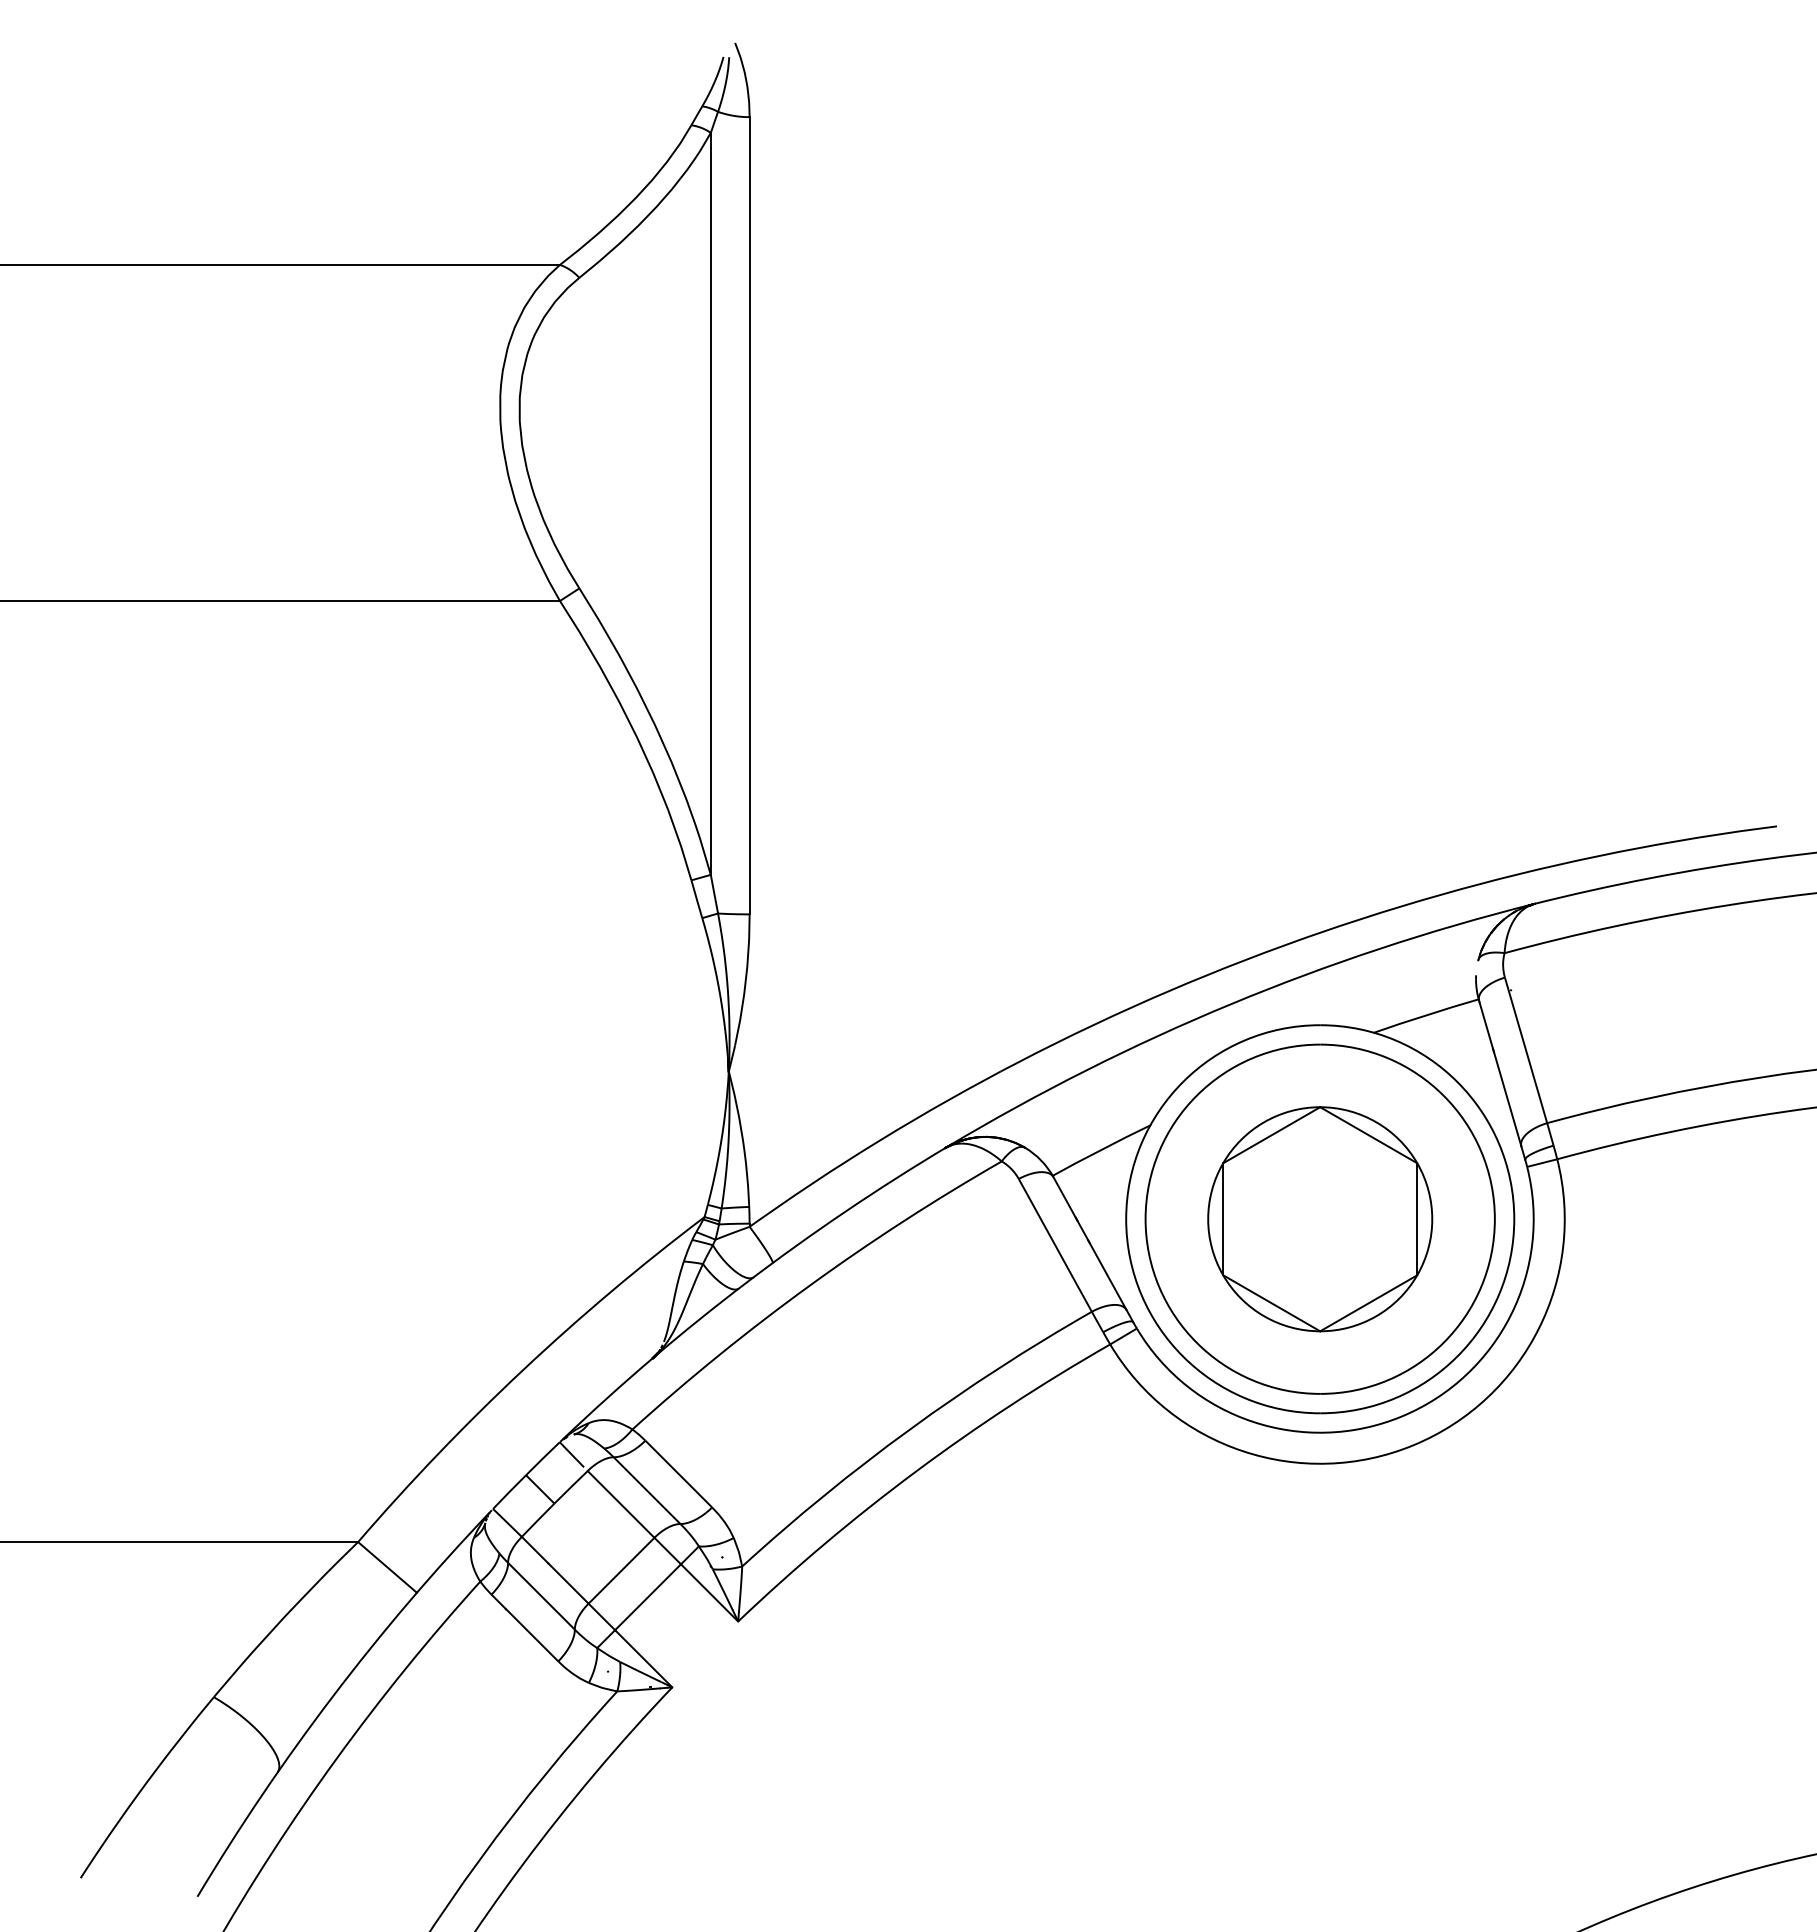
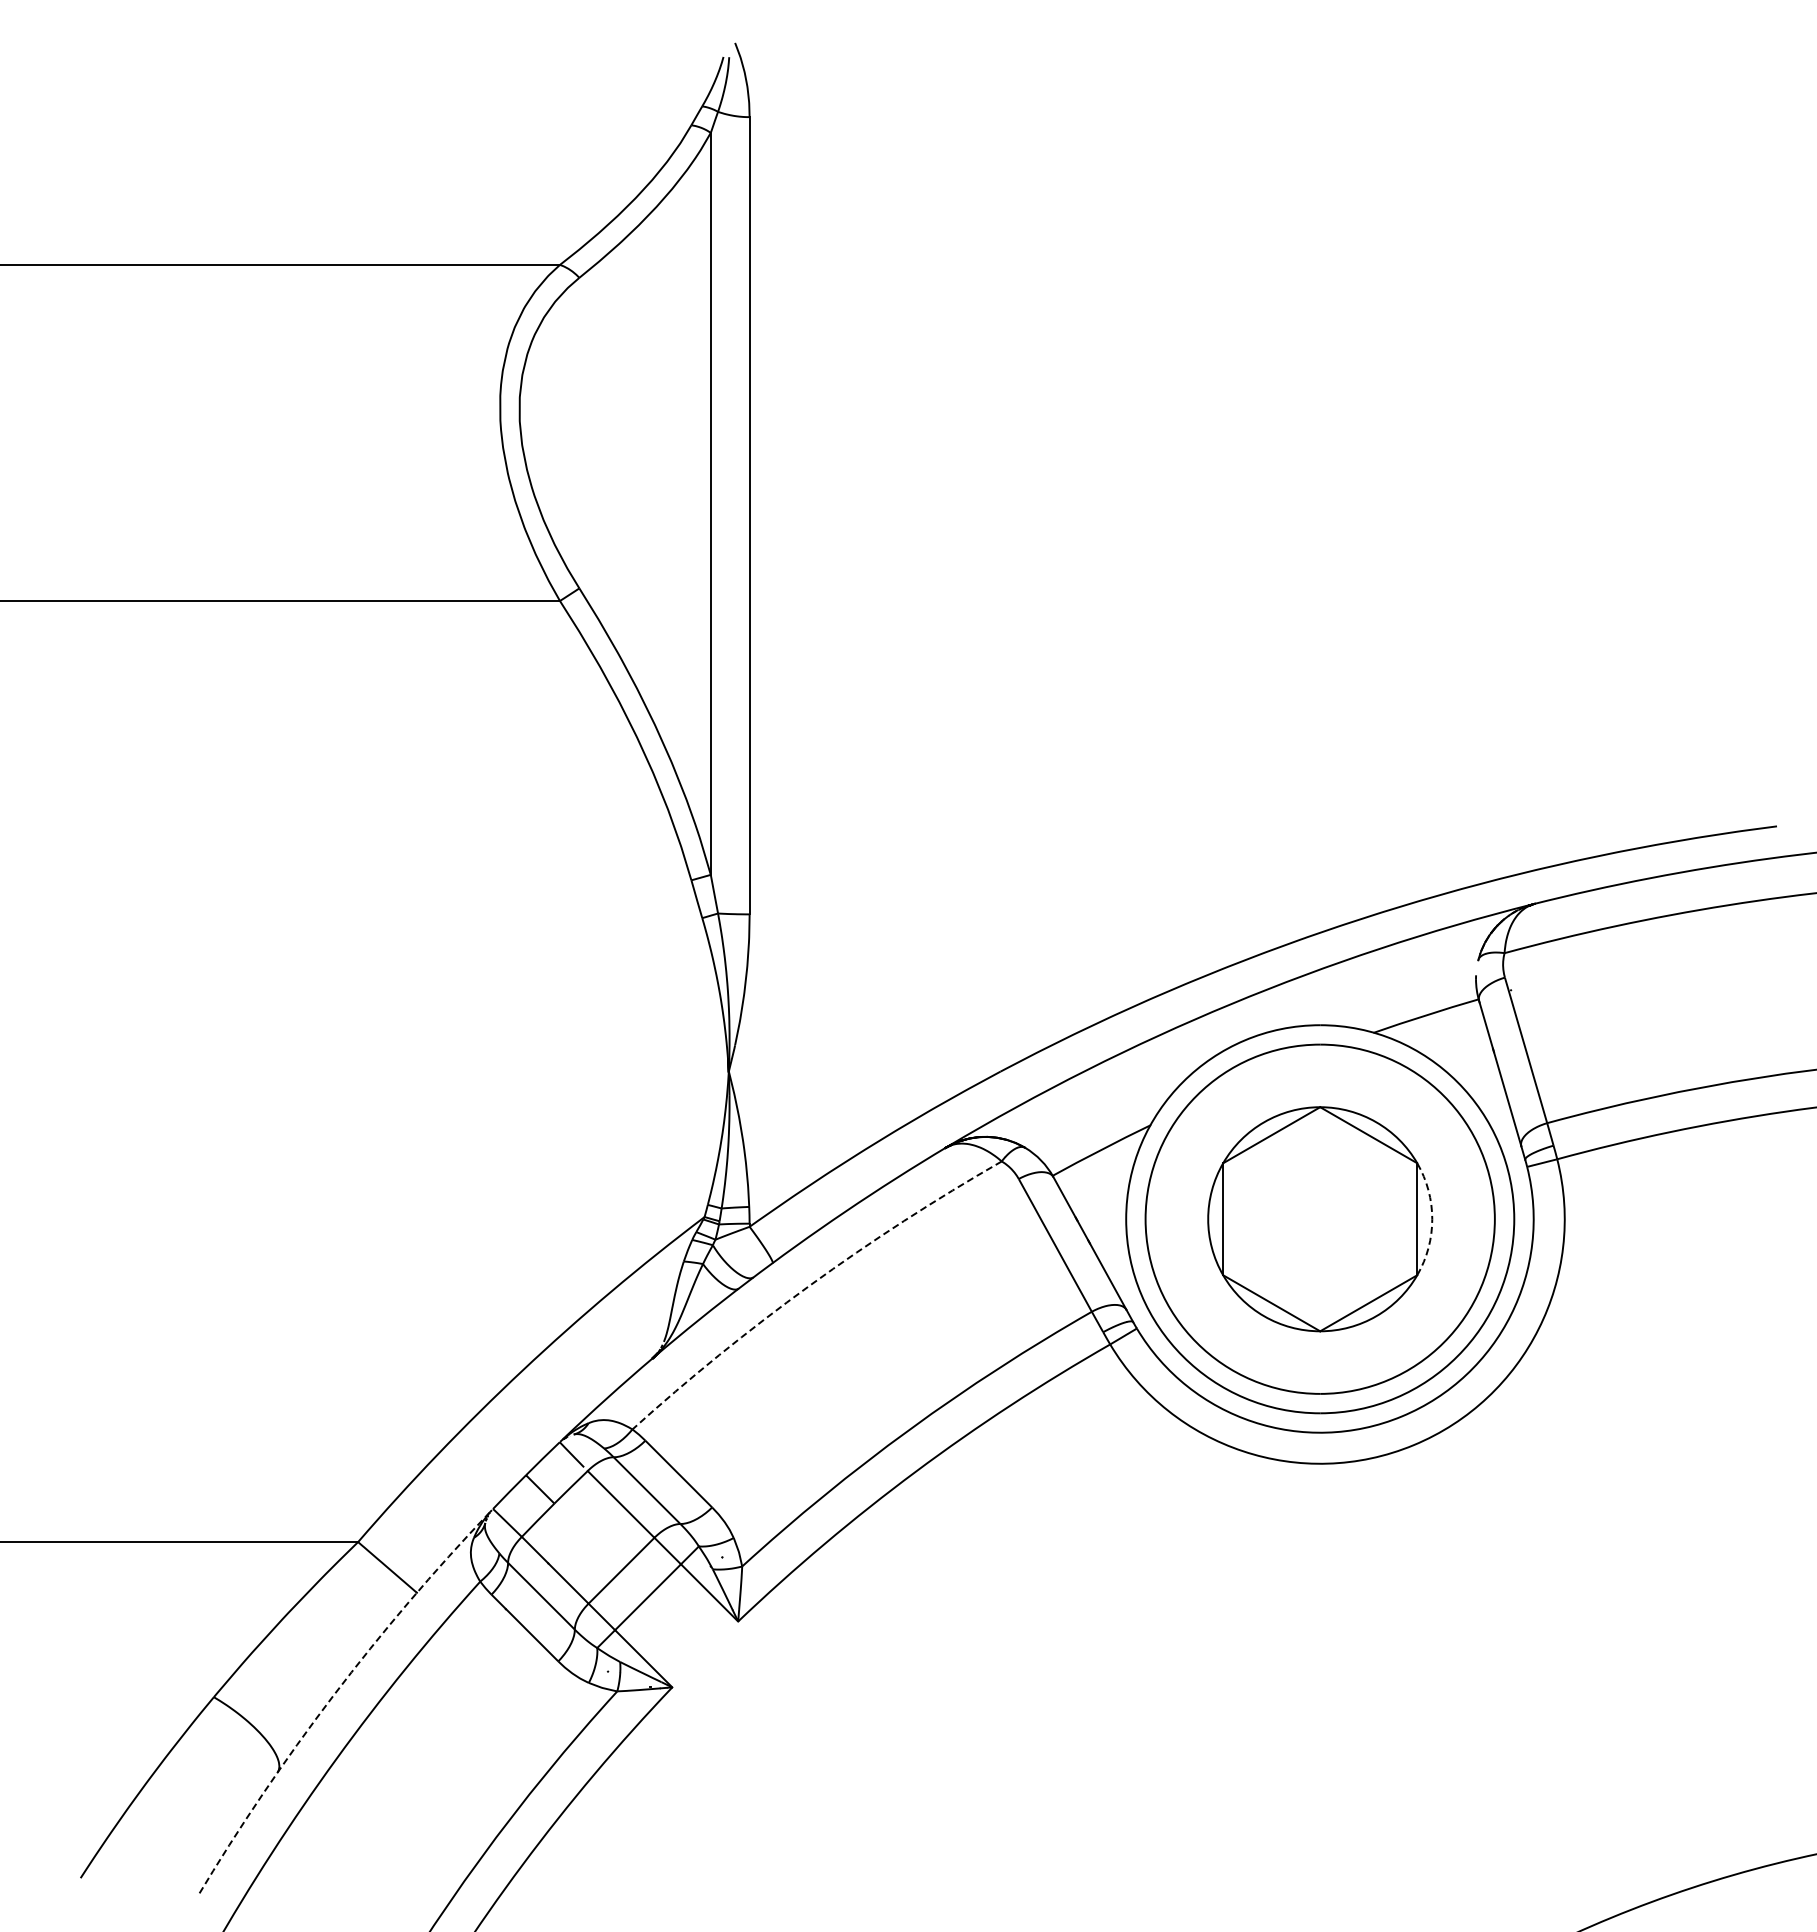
arc at (1432, 1219): solid -> dashed
arc at (809, 1285): solid -> dashed
arc at (332, 1696): solid -> dashed
